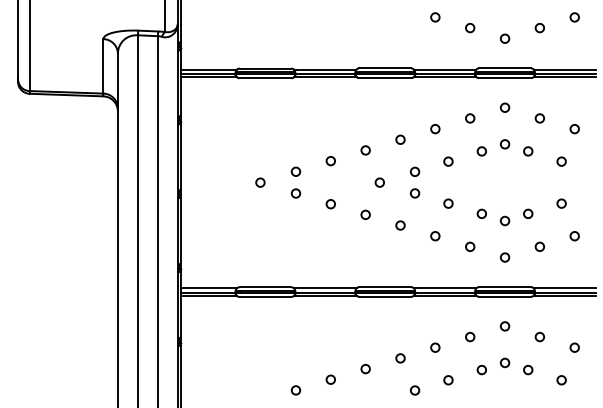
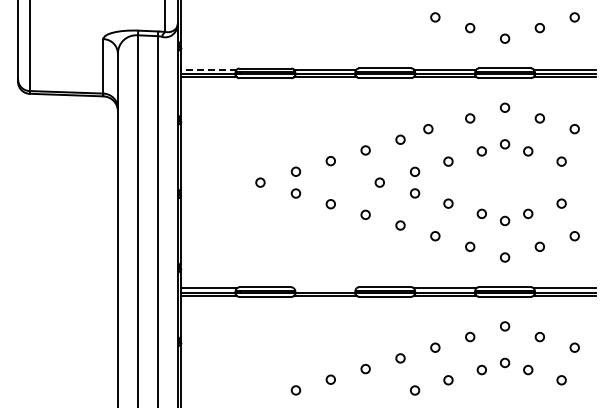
line at (208, 69): solid -> dashed
circle at (435, 129) position: (435, 129) -> (428, 129)
line at (324, 288): present -> none
